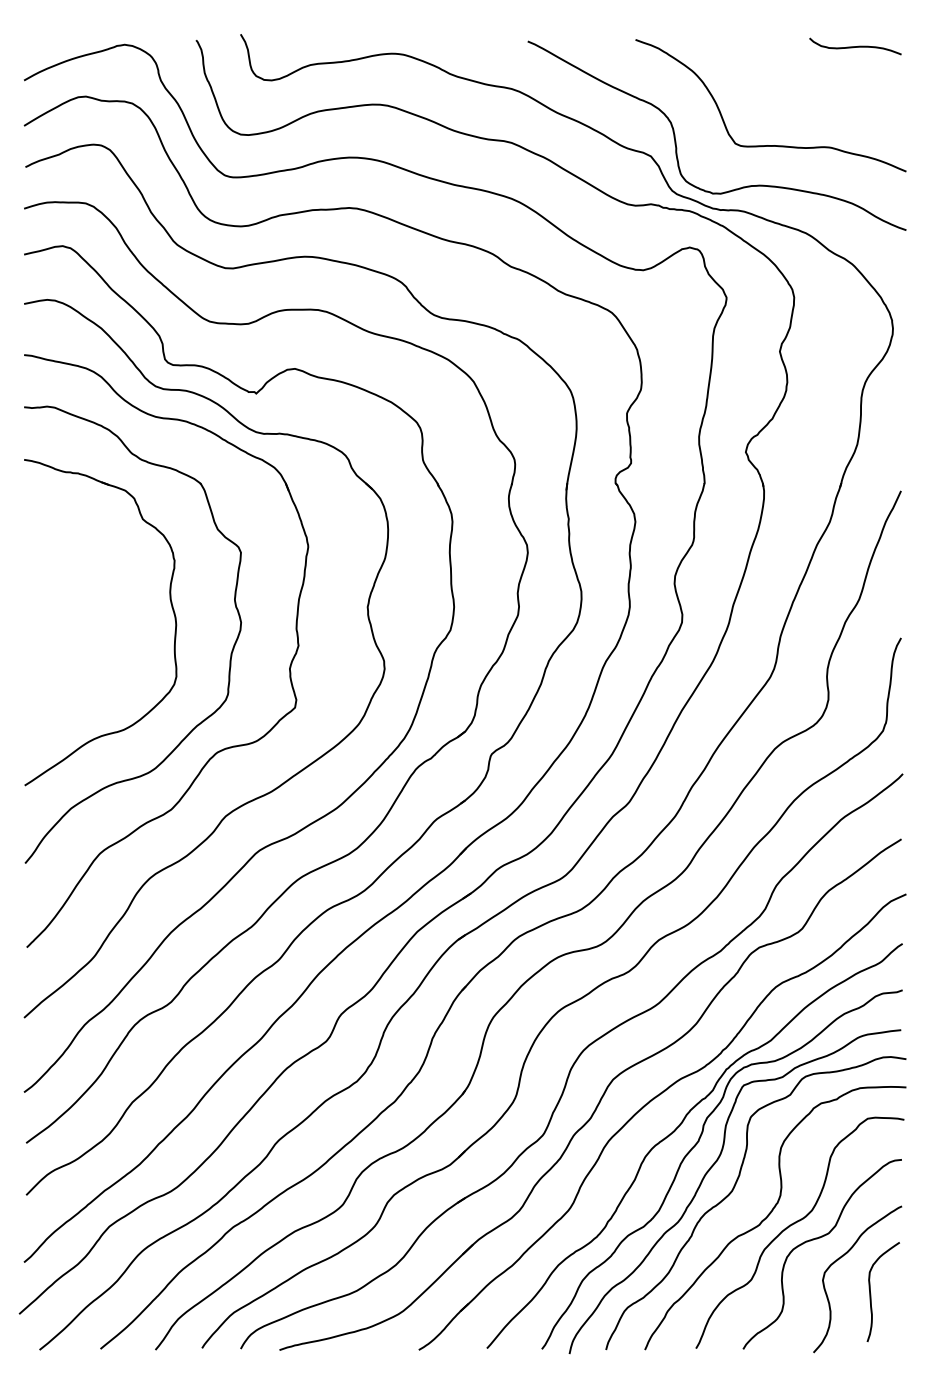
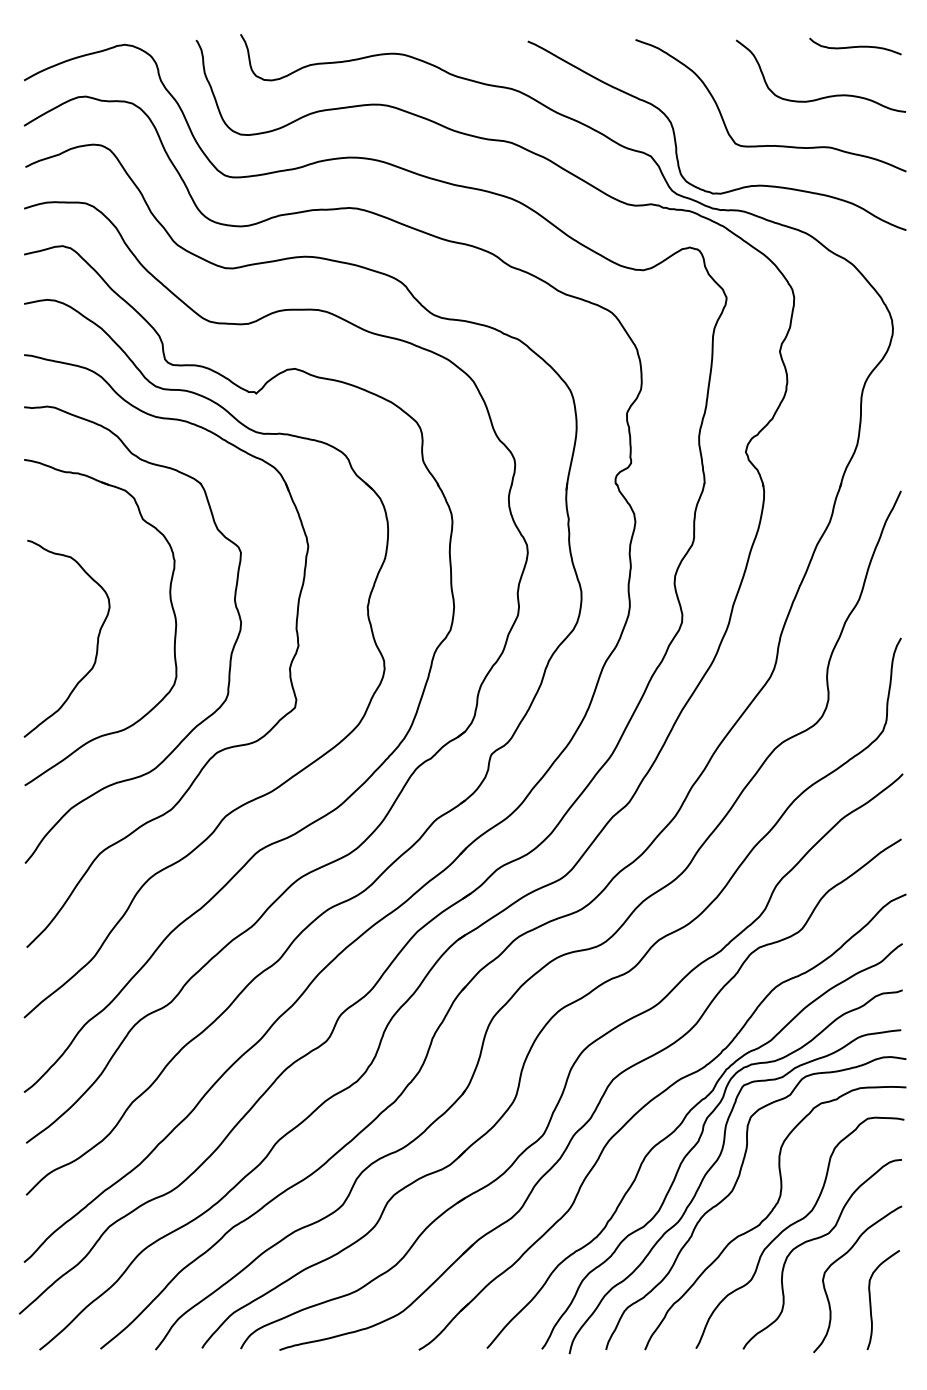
curve at (824, 96): none -> present
curve at (96, 643): none -> present
curve at (871, 1293) position: (871, 1293) -> (871, 1301)
